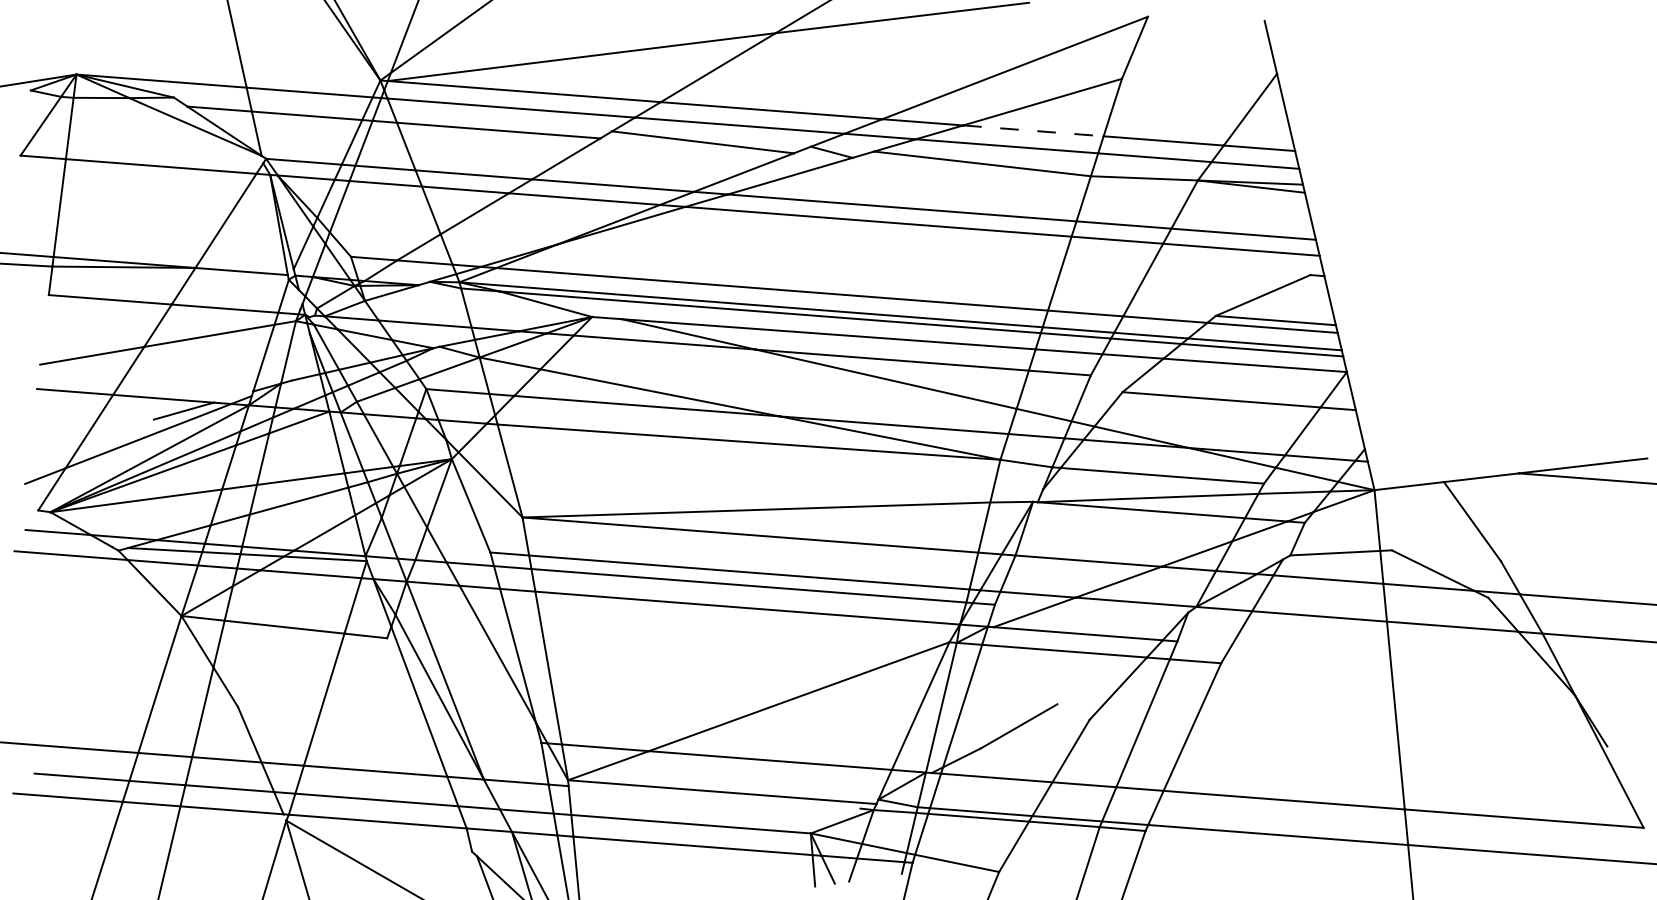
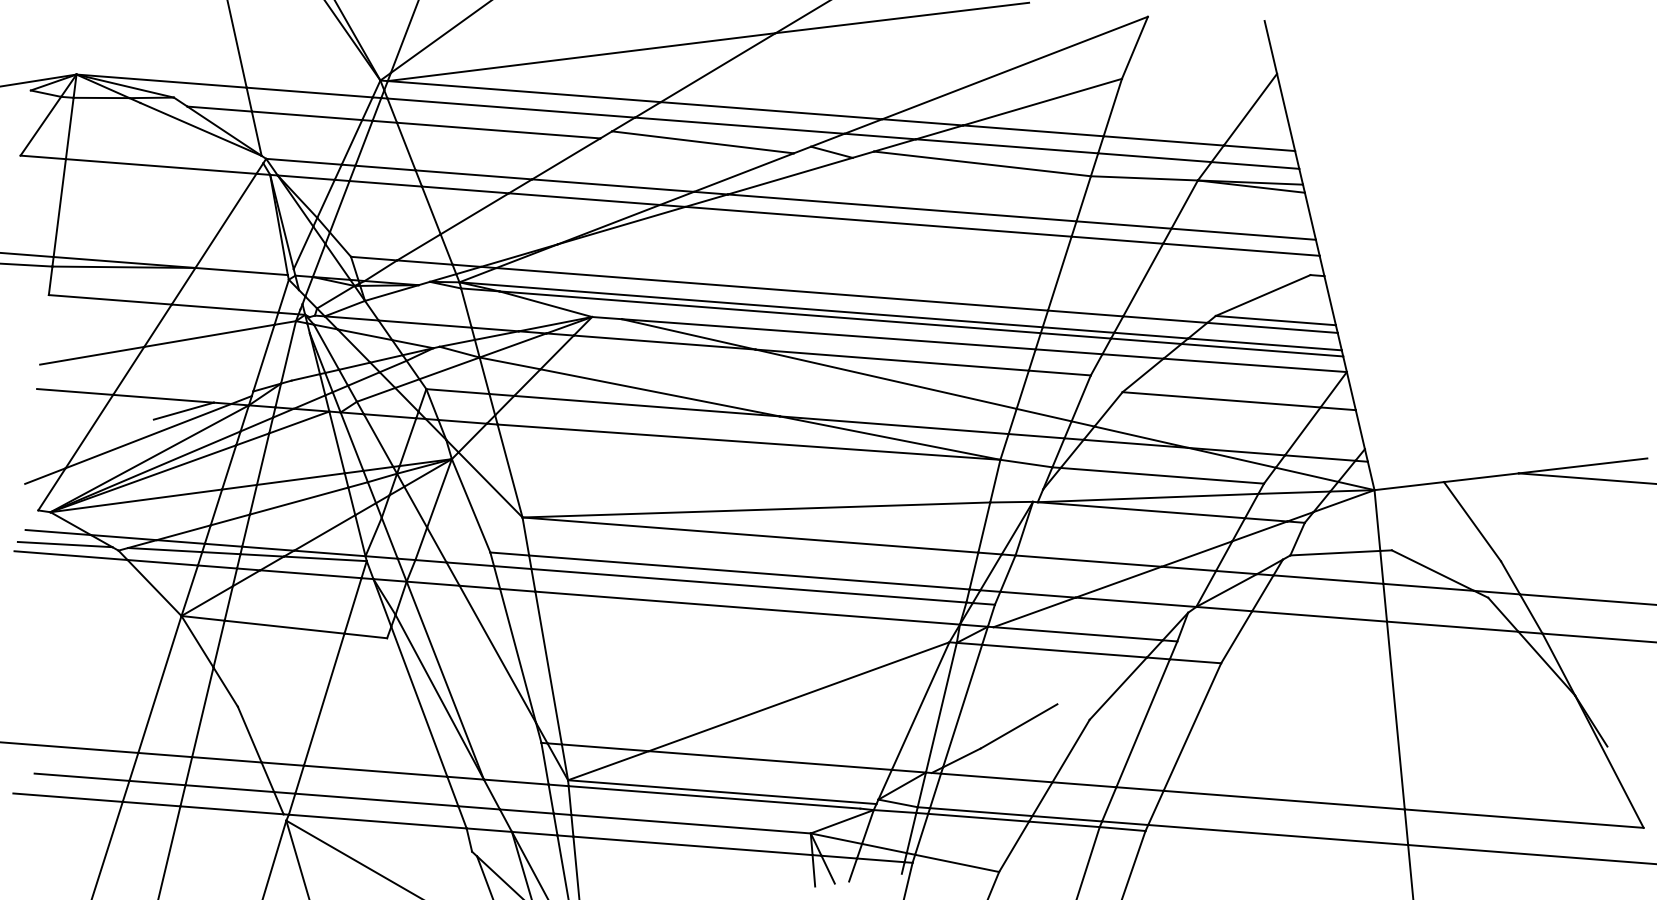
line at (1033, 130): dashed -> solid
line at (64, 544): none -> present
line at (714, 797): none -> present
